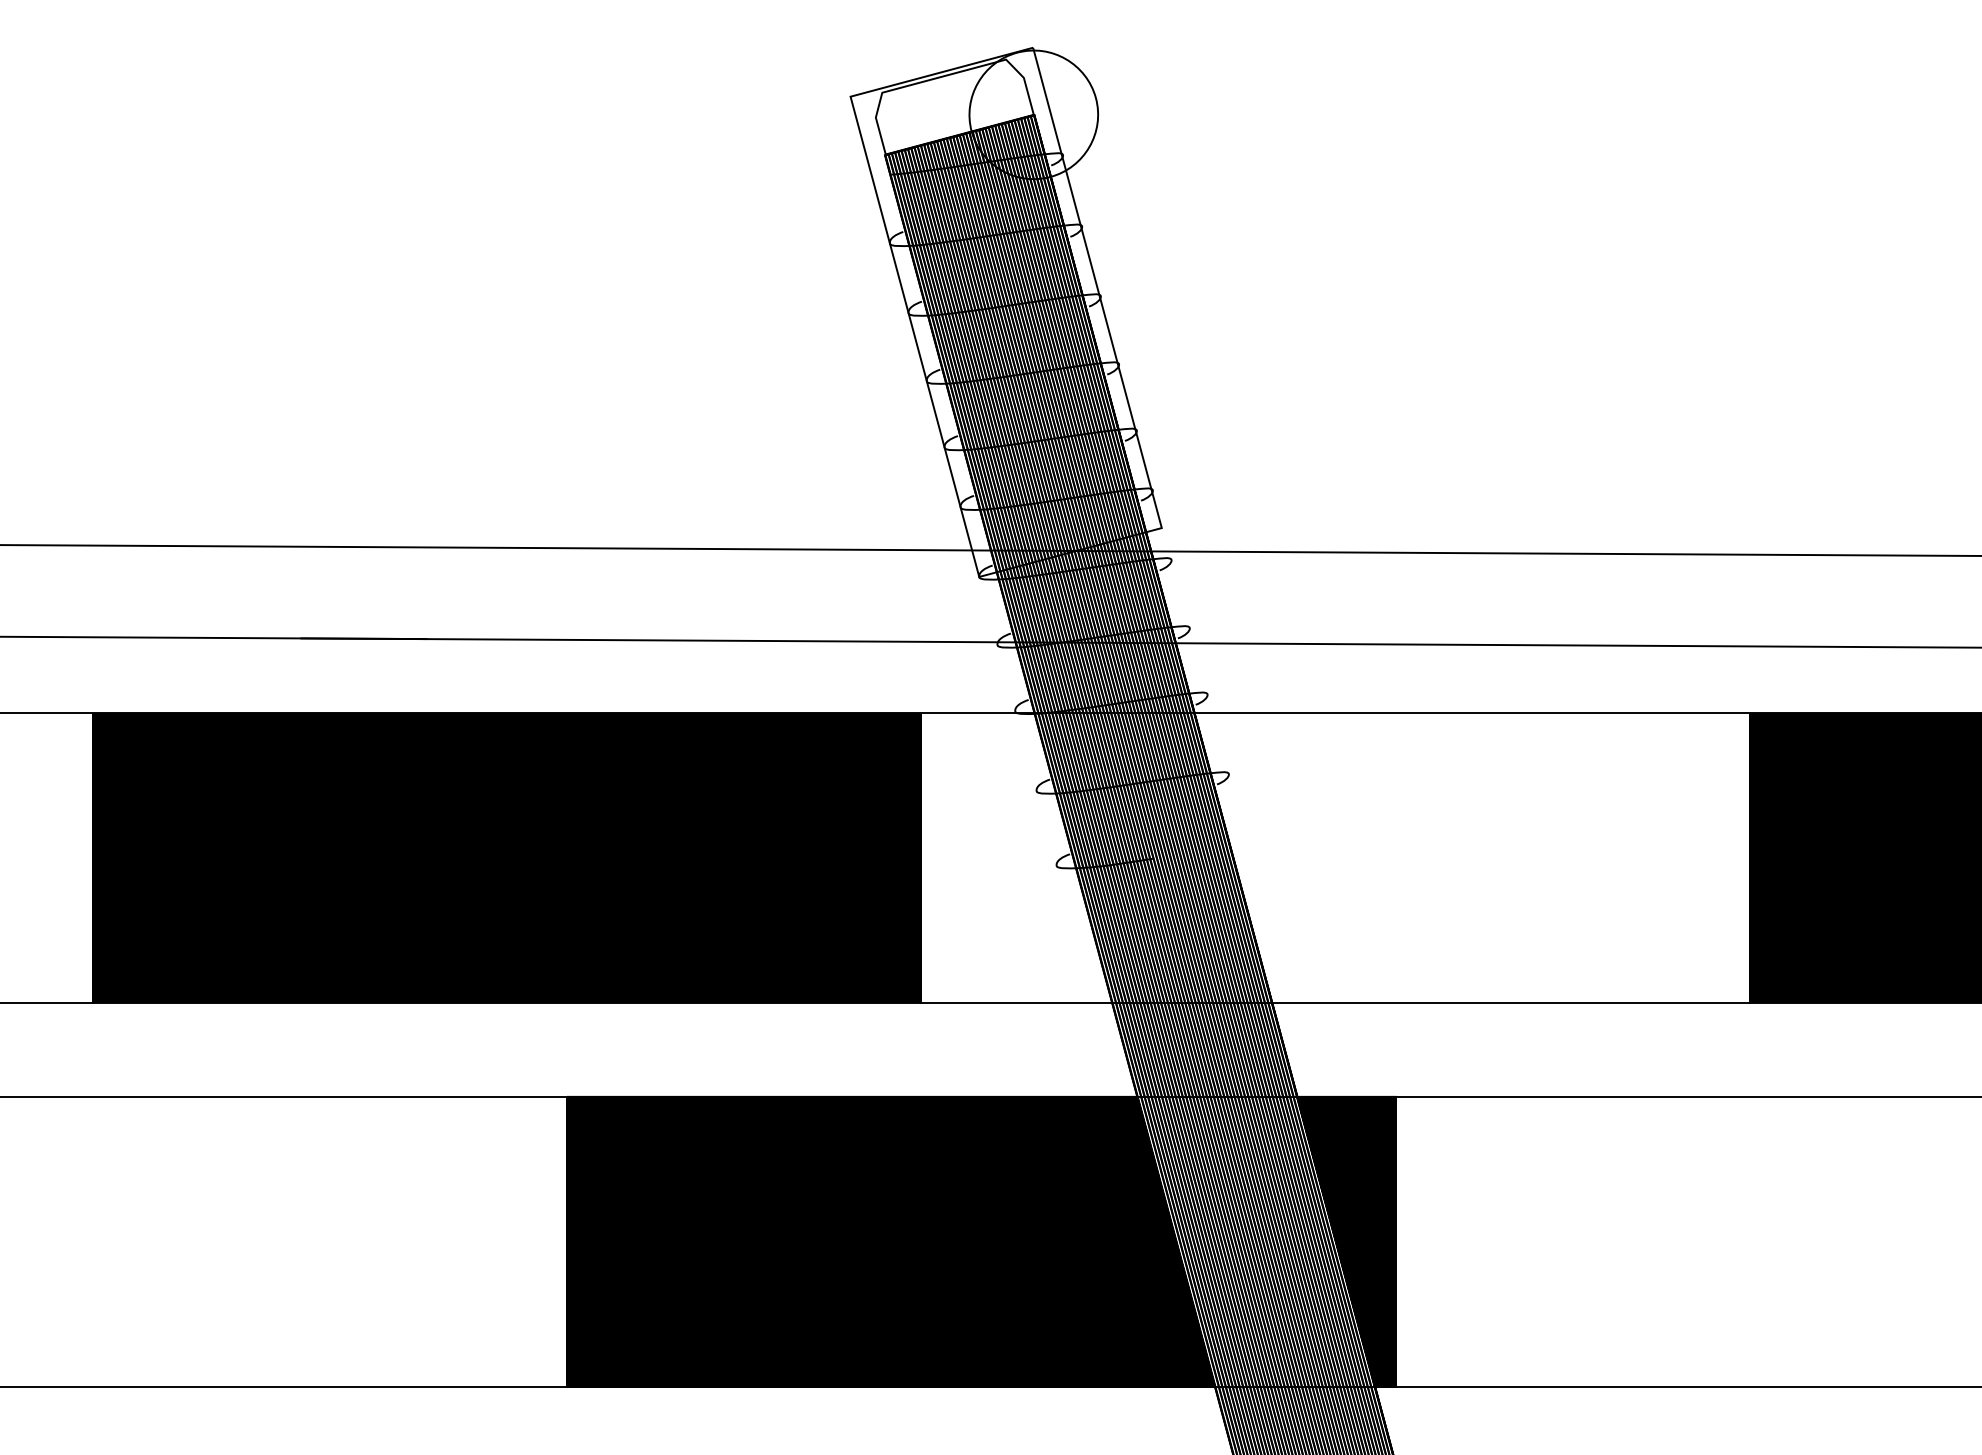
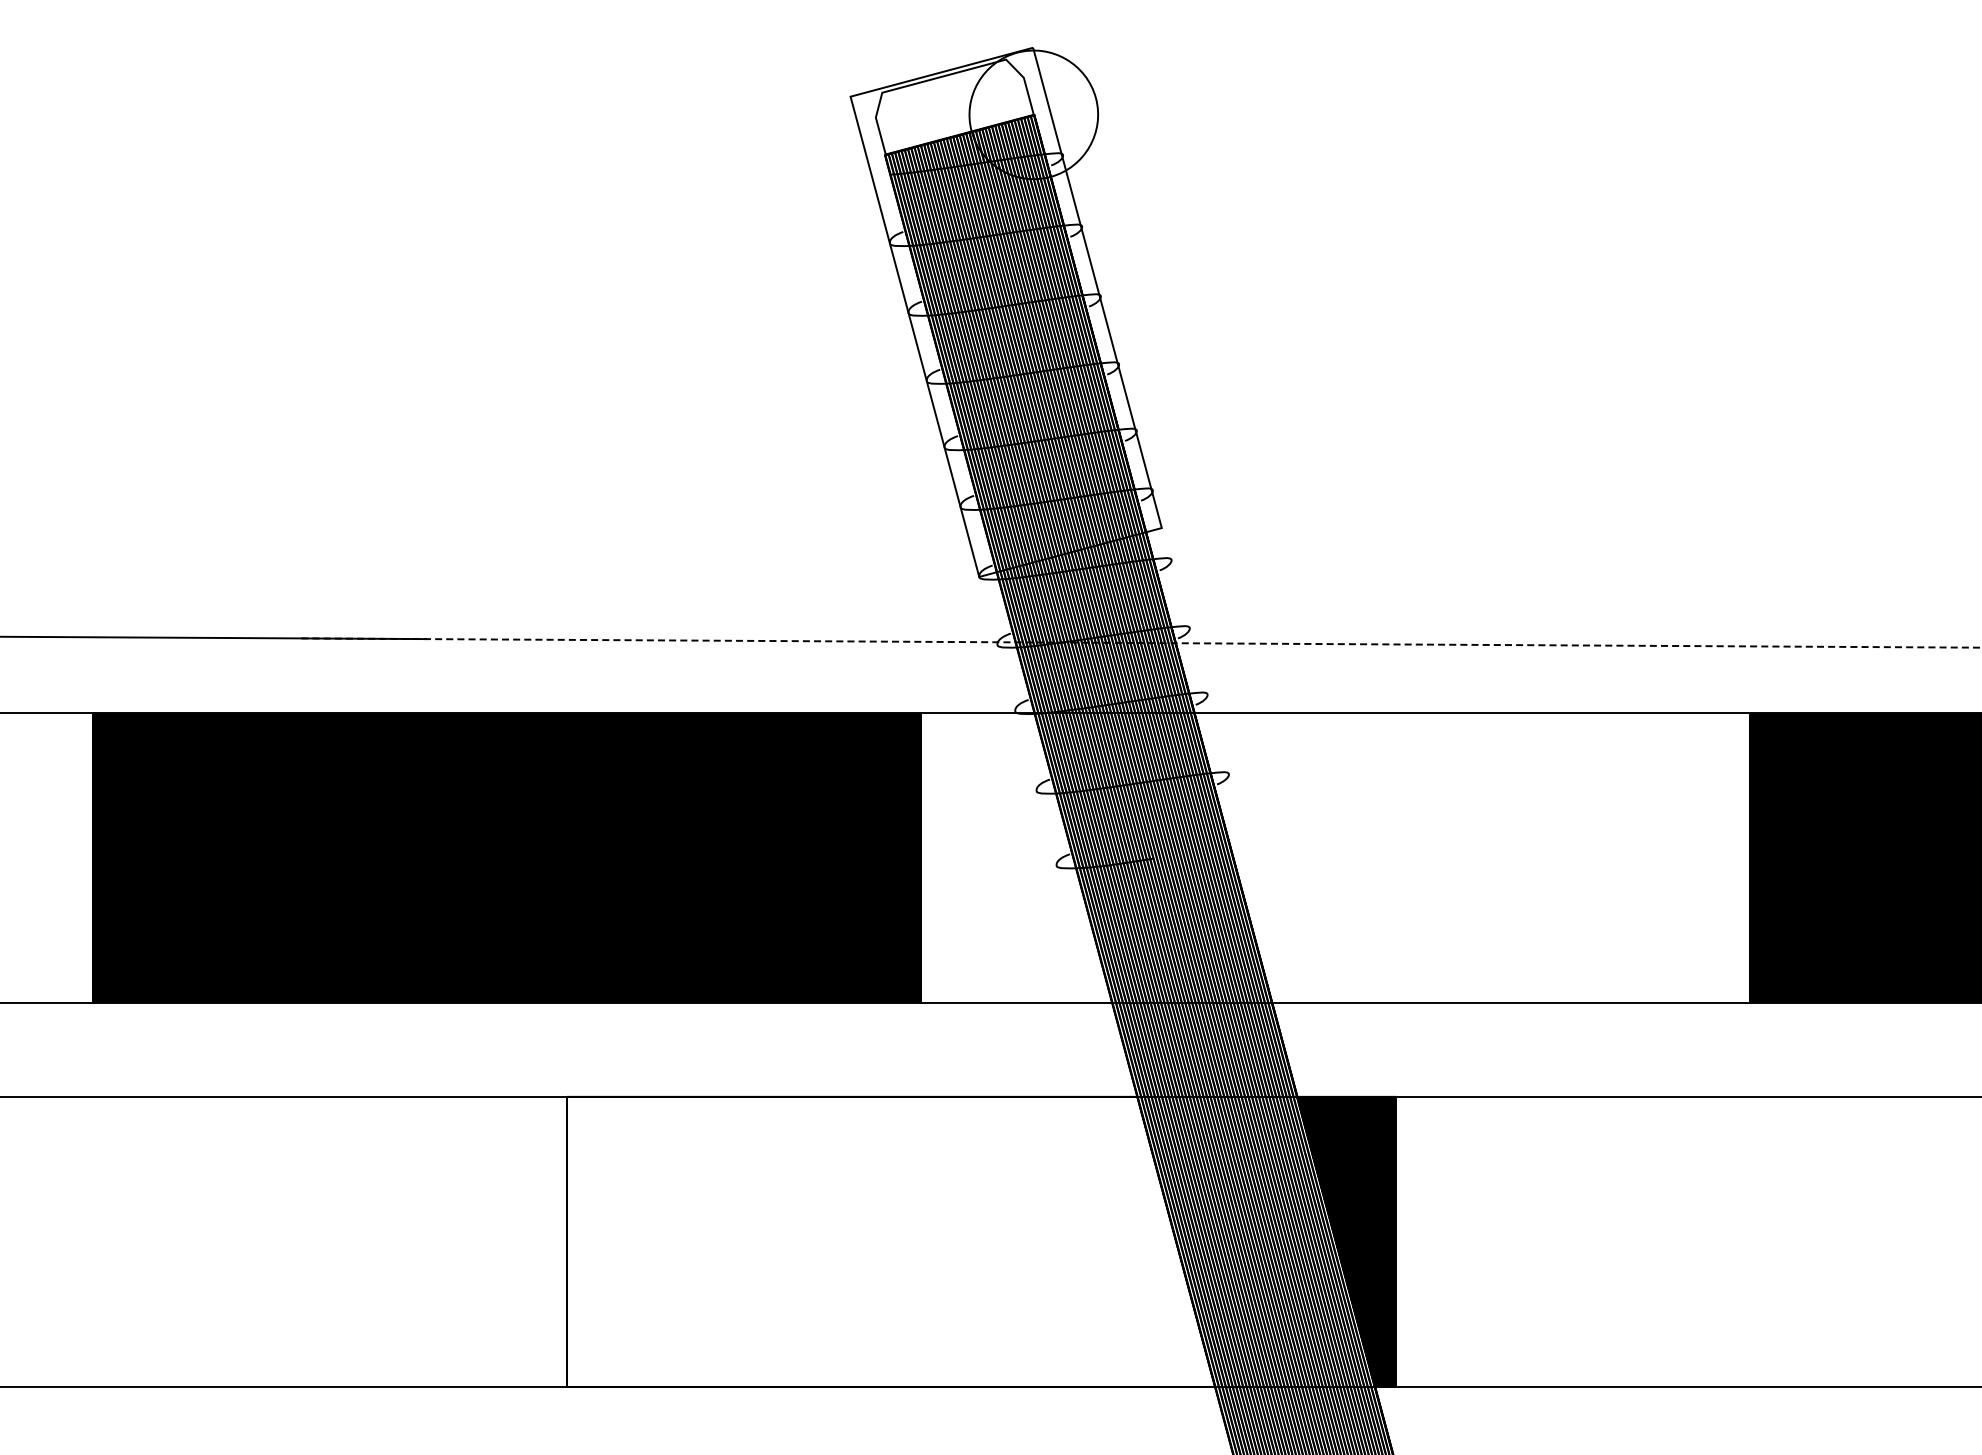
line at (990, 550): present -> none
line at (1141, 643): solid -> dashed
fill at (891, 1241): present -> none
